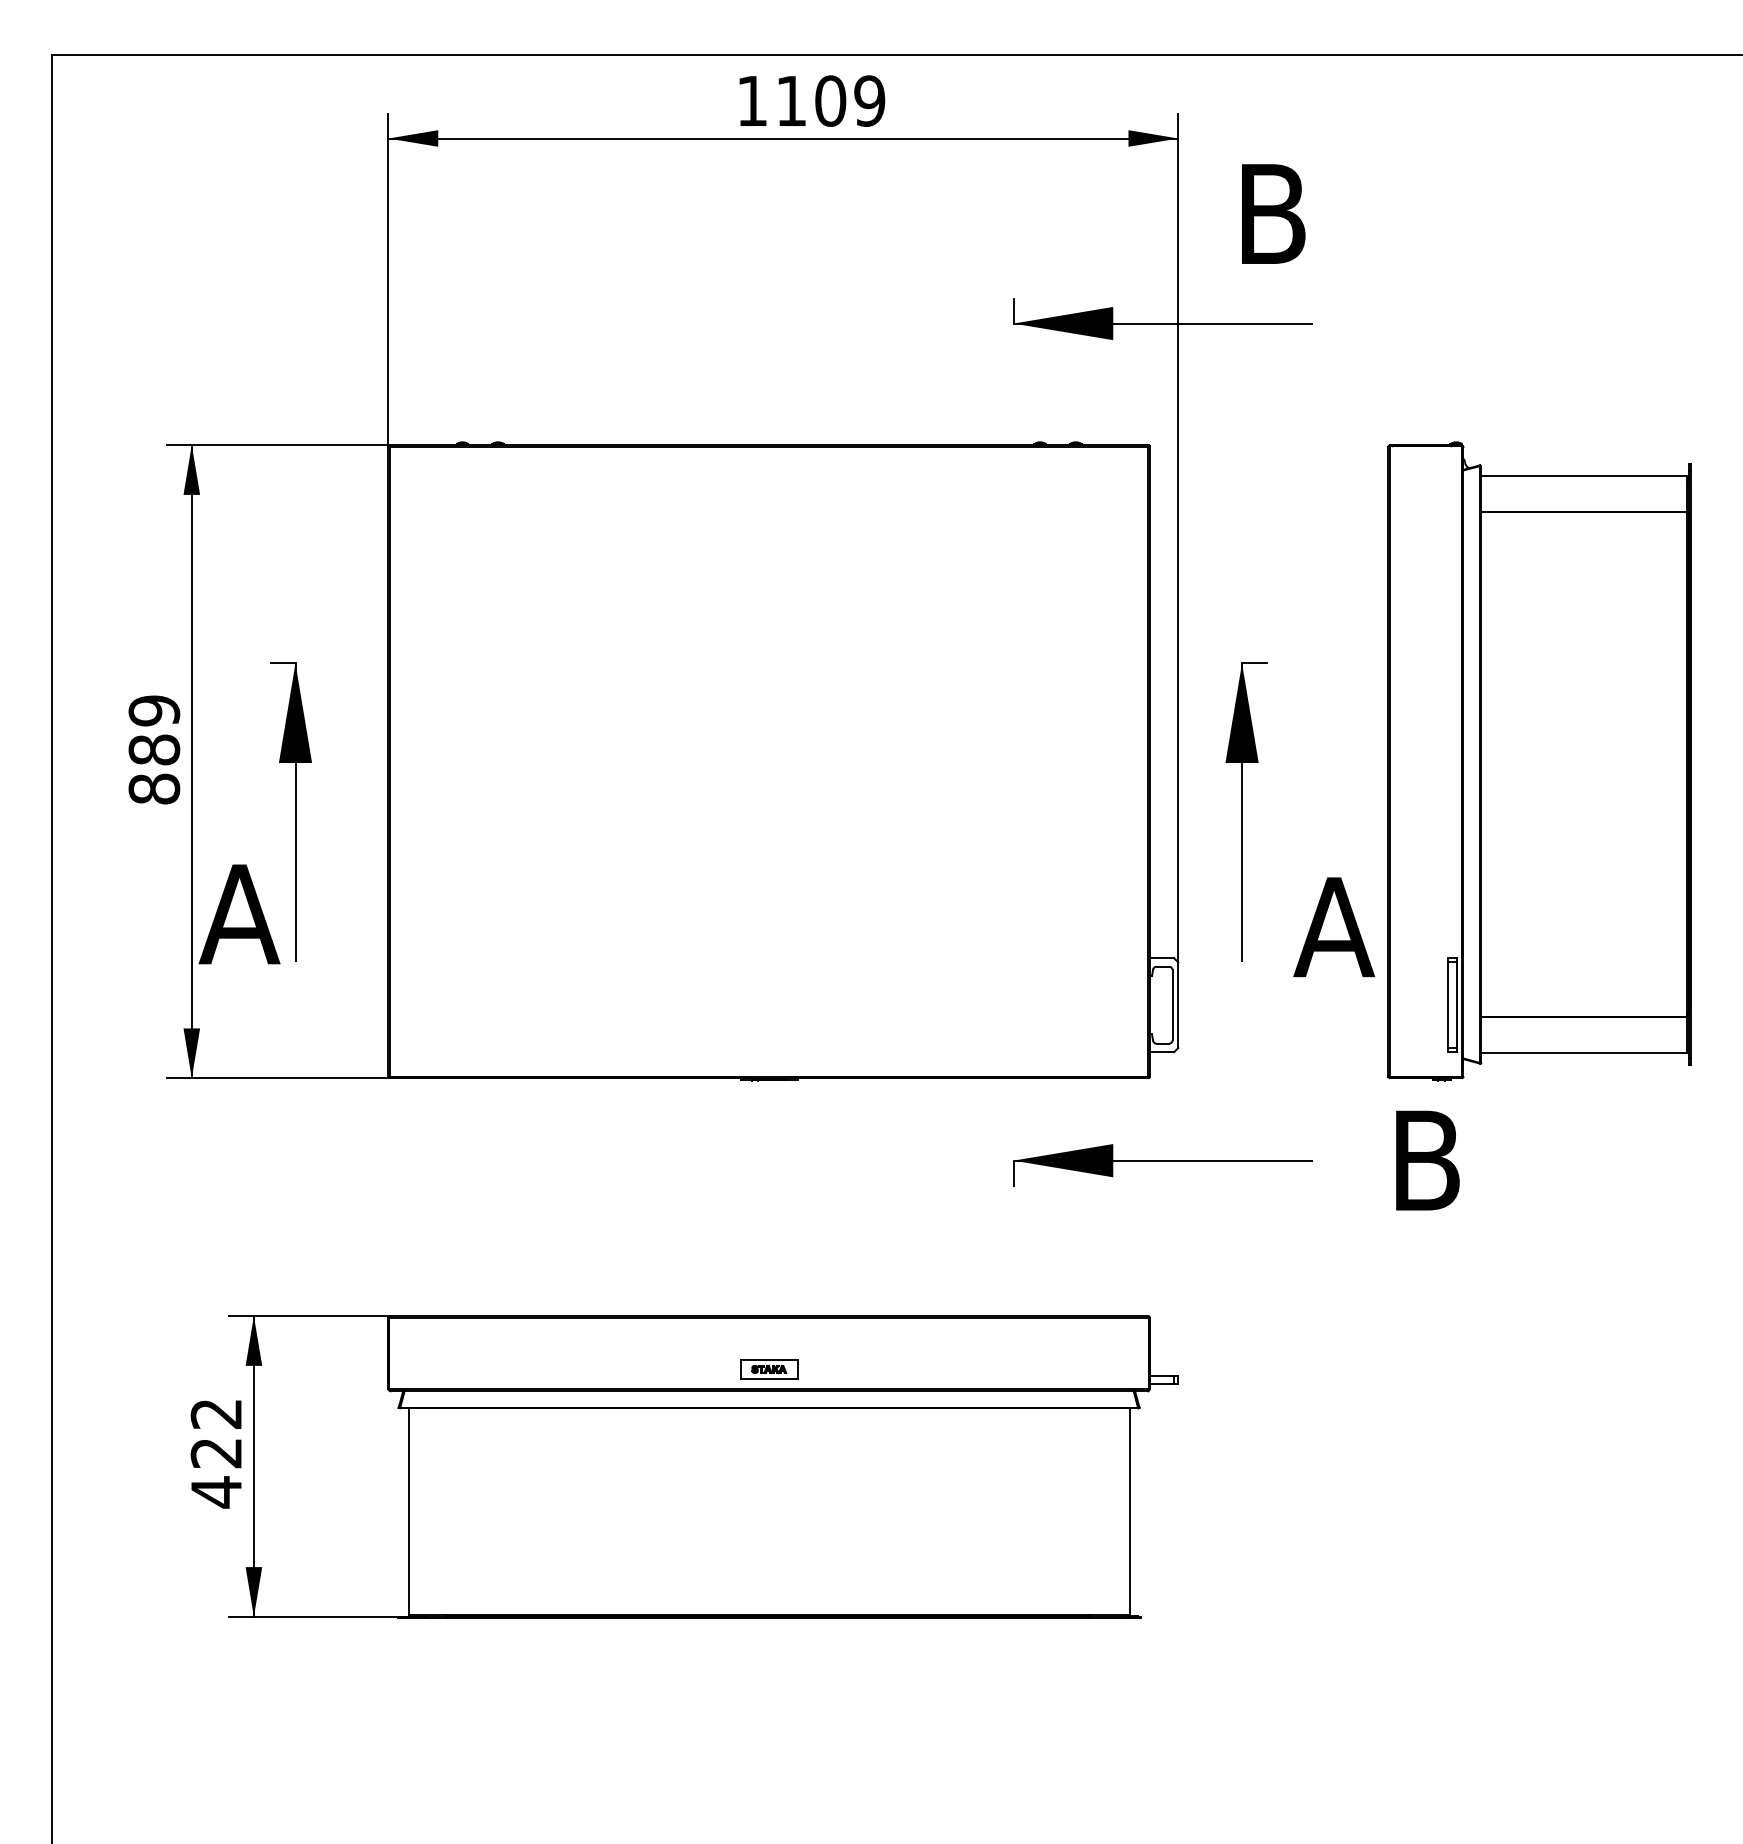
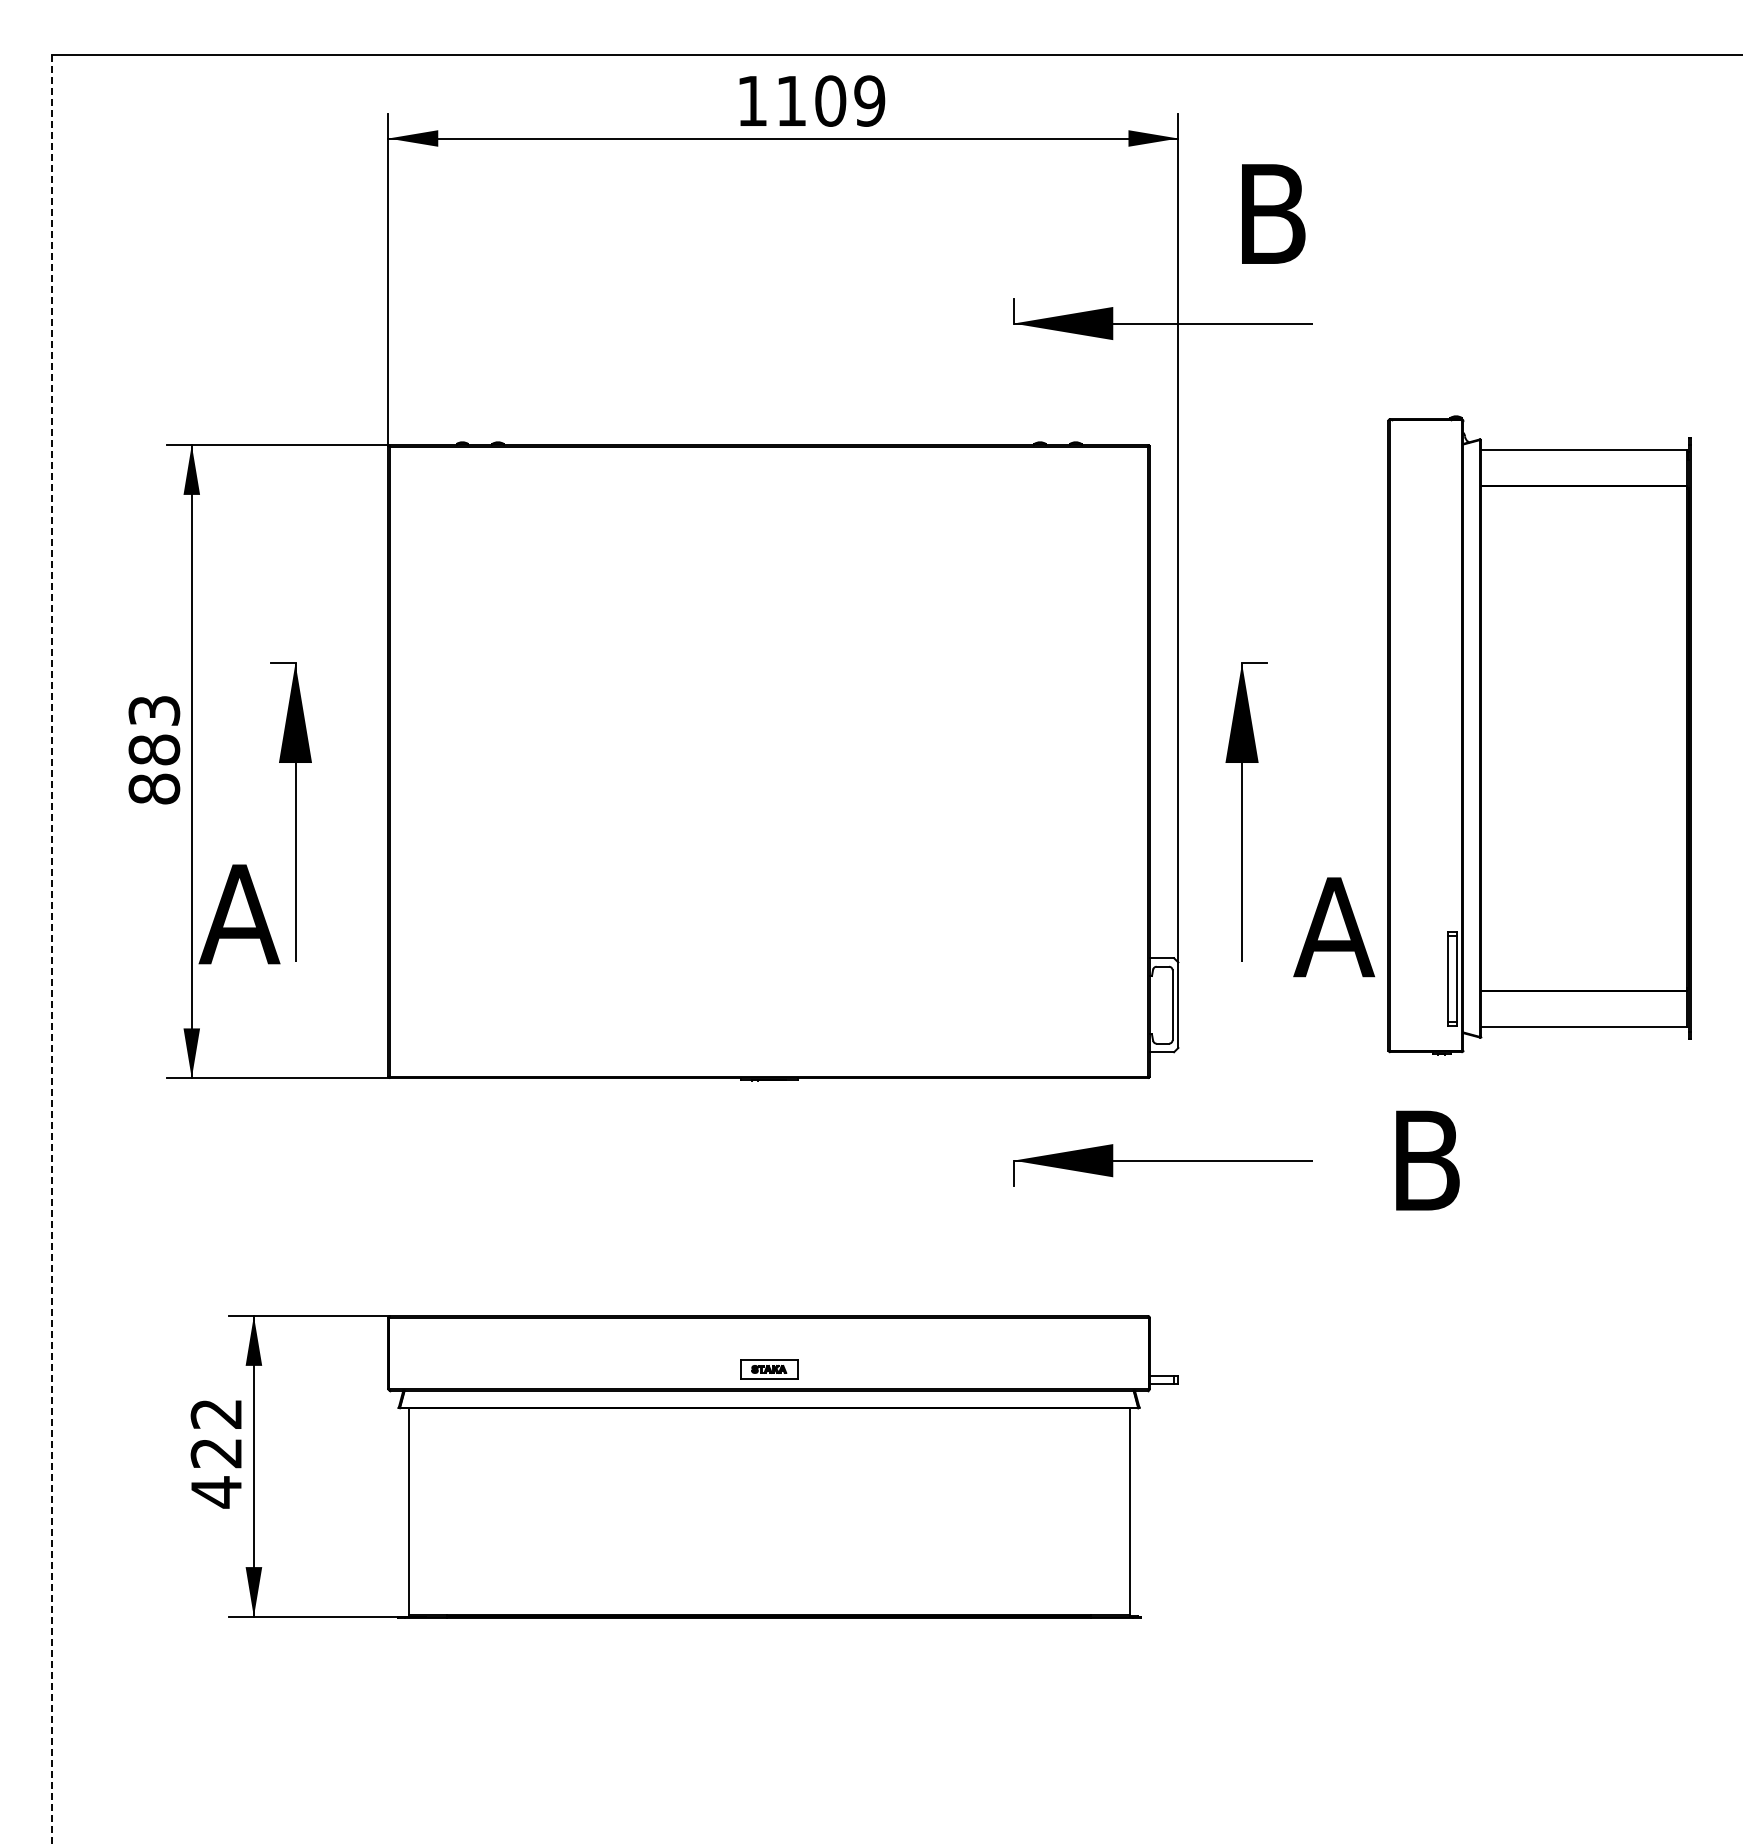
text at (154, 710): 889 -> 883
part at (1539, 761) position: (1539, 761) -> (1539, 735)
line at (52, 950): solid -> dashed
